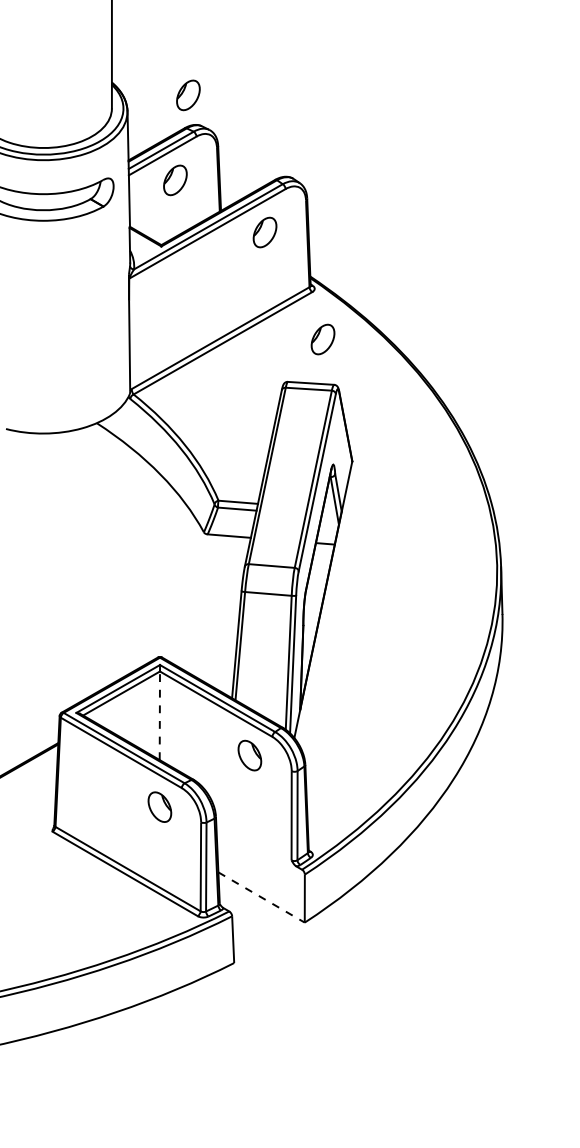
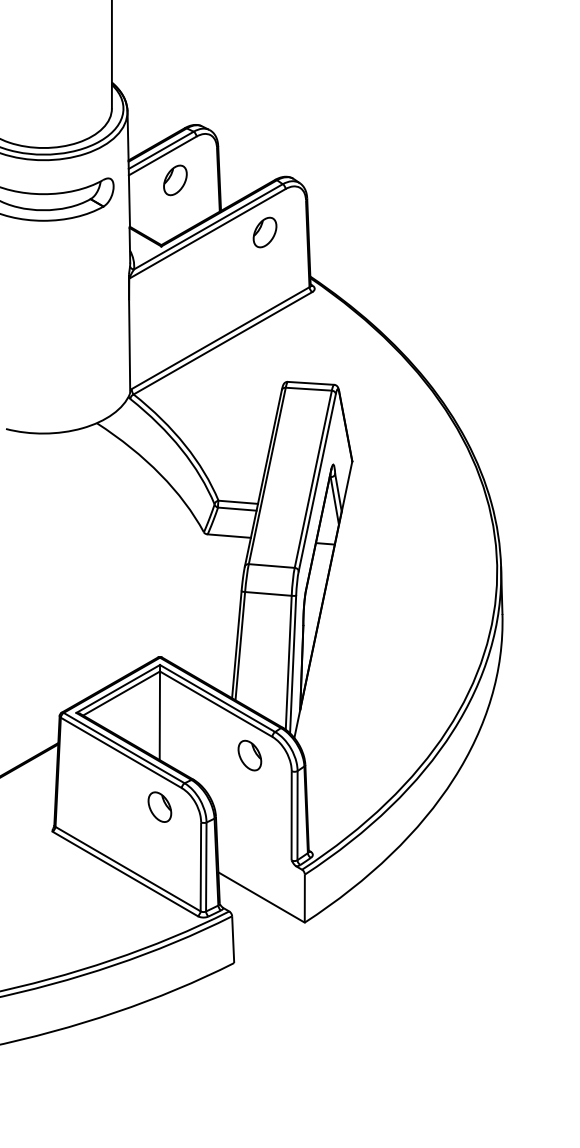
part at (188, 95): present -> none
part at (322, 339): present -> none
line at (159, 715): dashed -> solid
line at (261, 897): dashed -> solid
